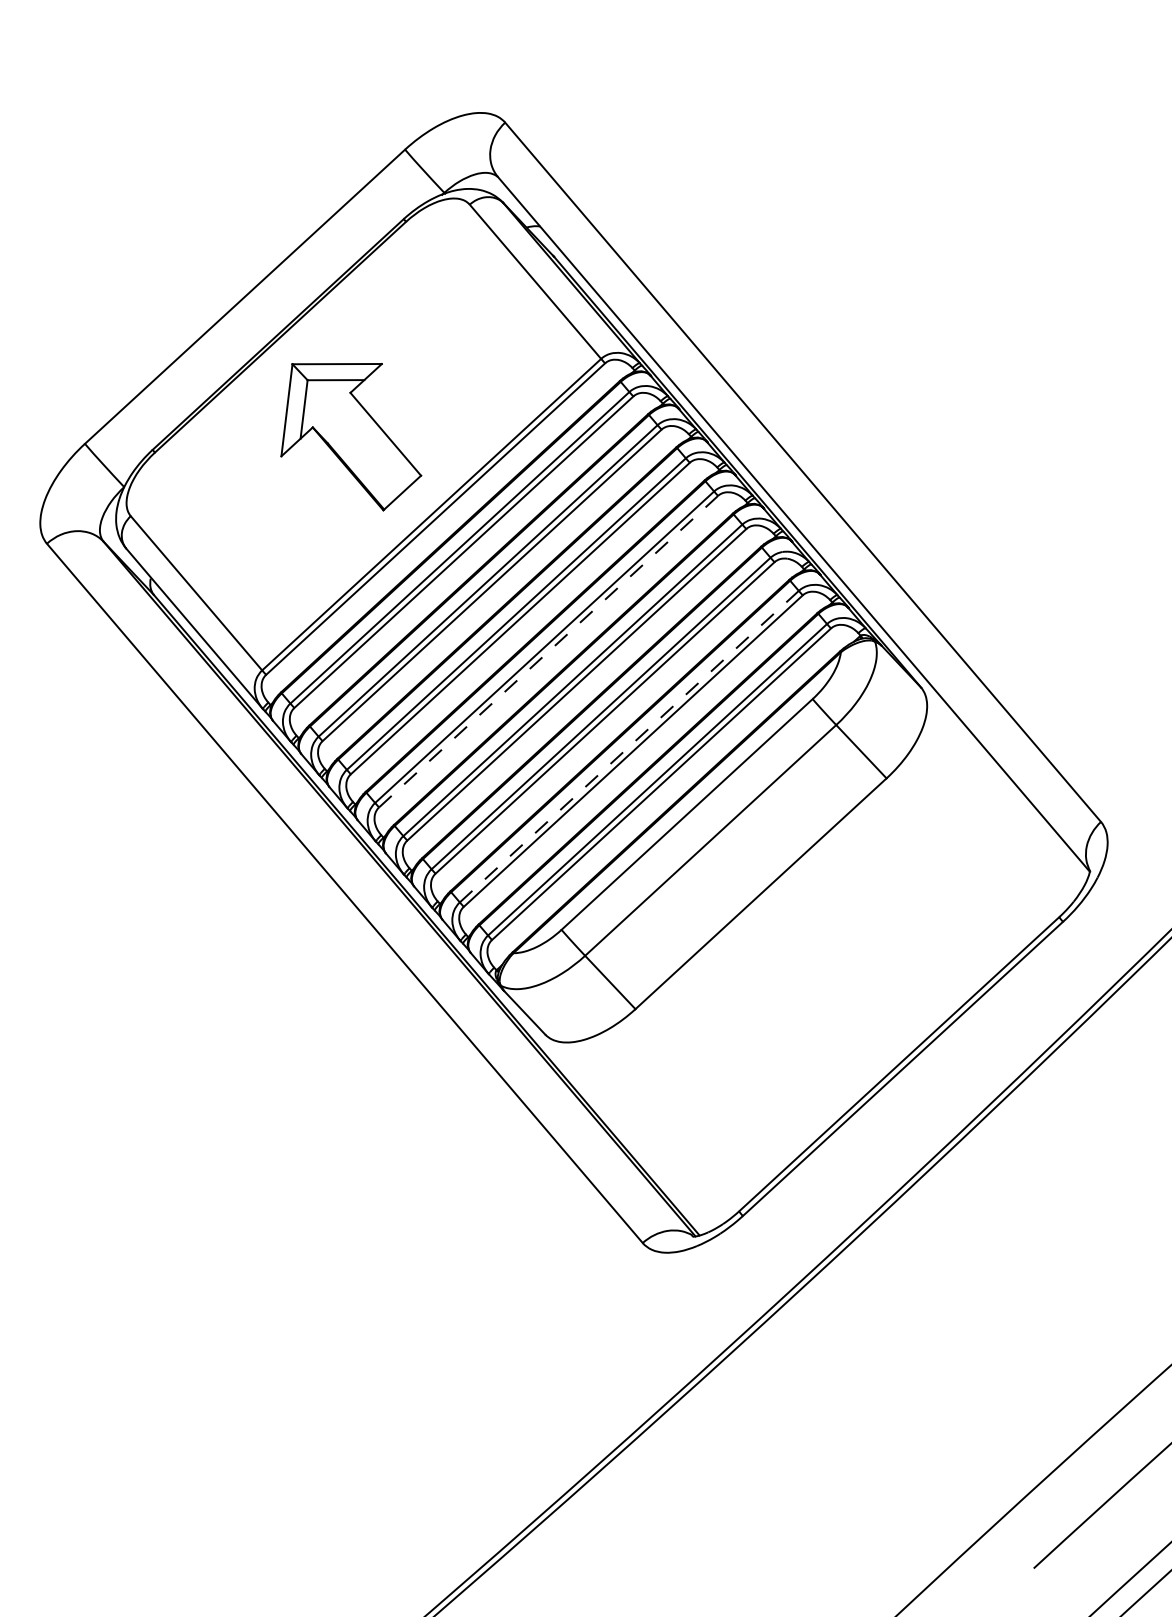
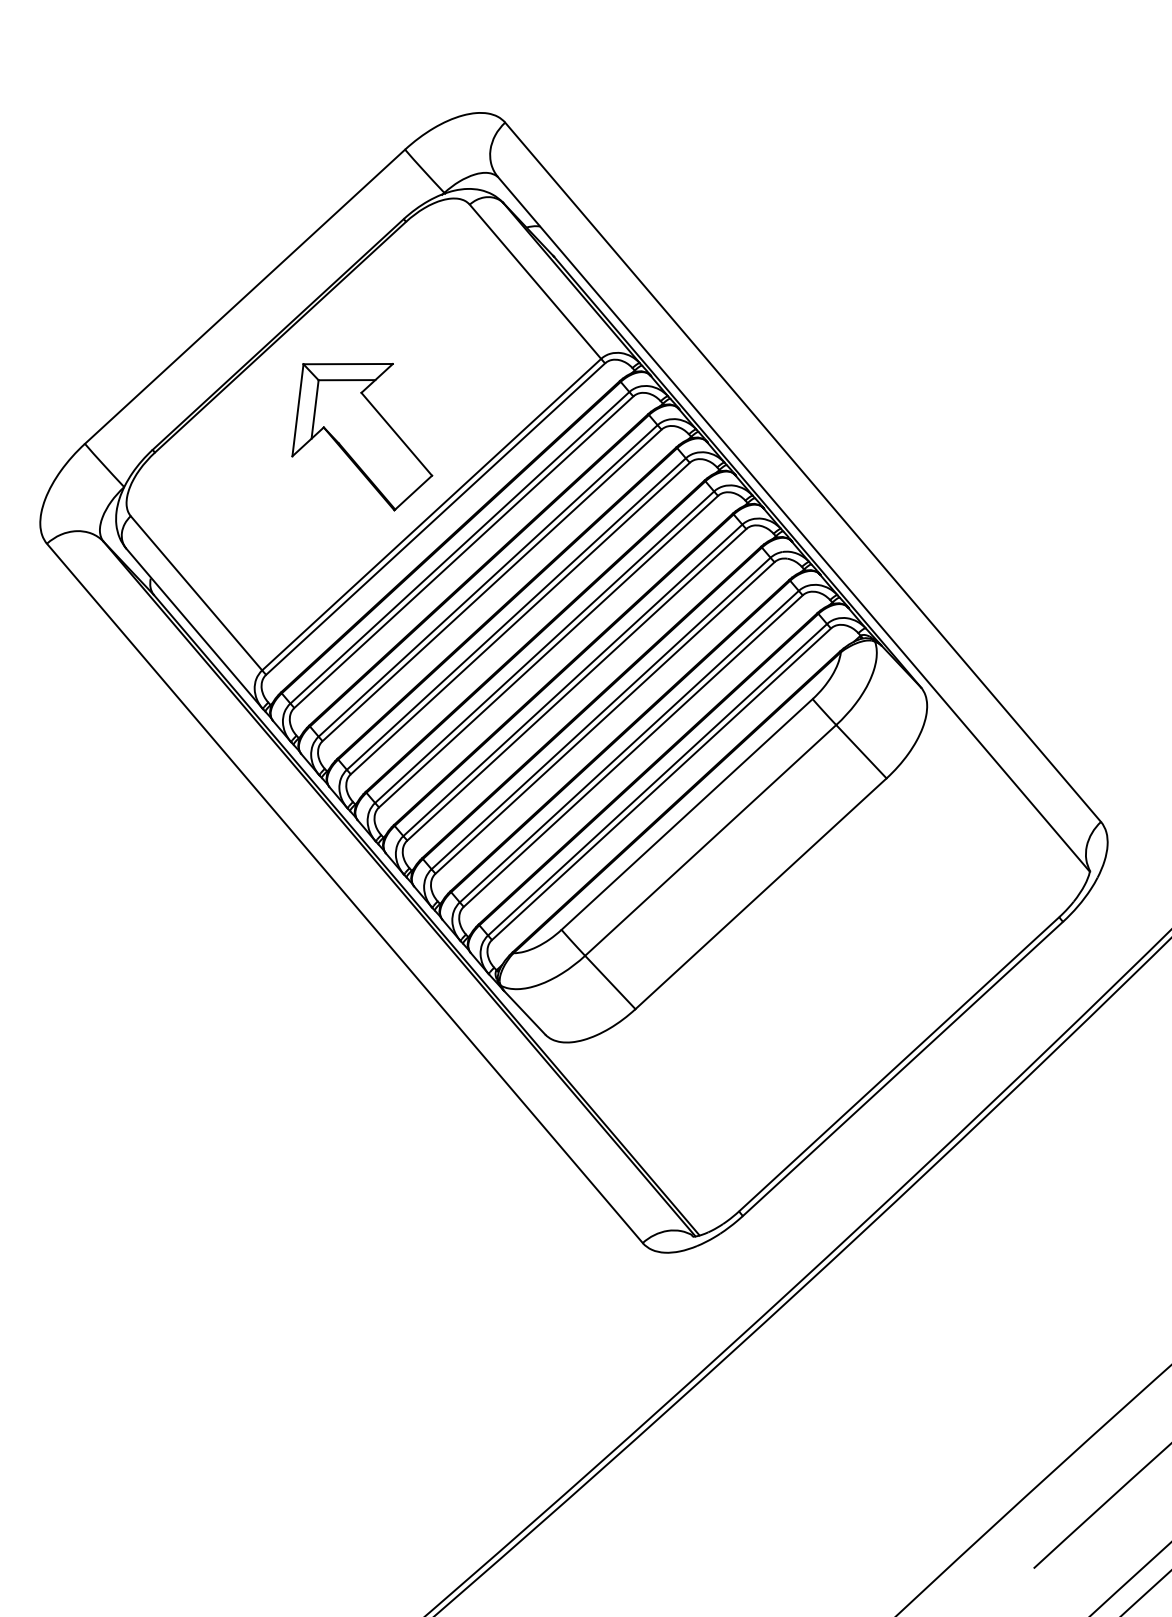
part at (351, 437) position: (351, 437) -> (362, 437)
line at (548, 651): dashed -> solid
line at (629, 746): dashed -> solid
